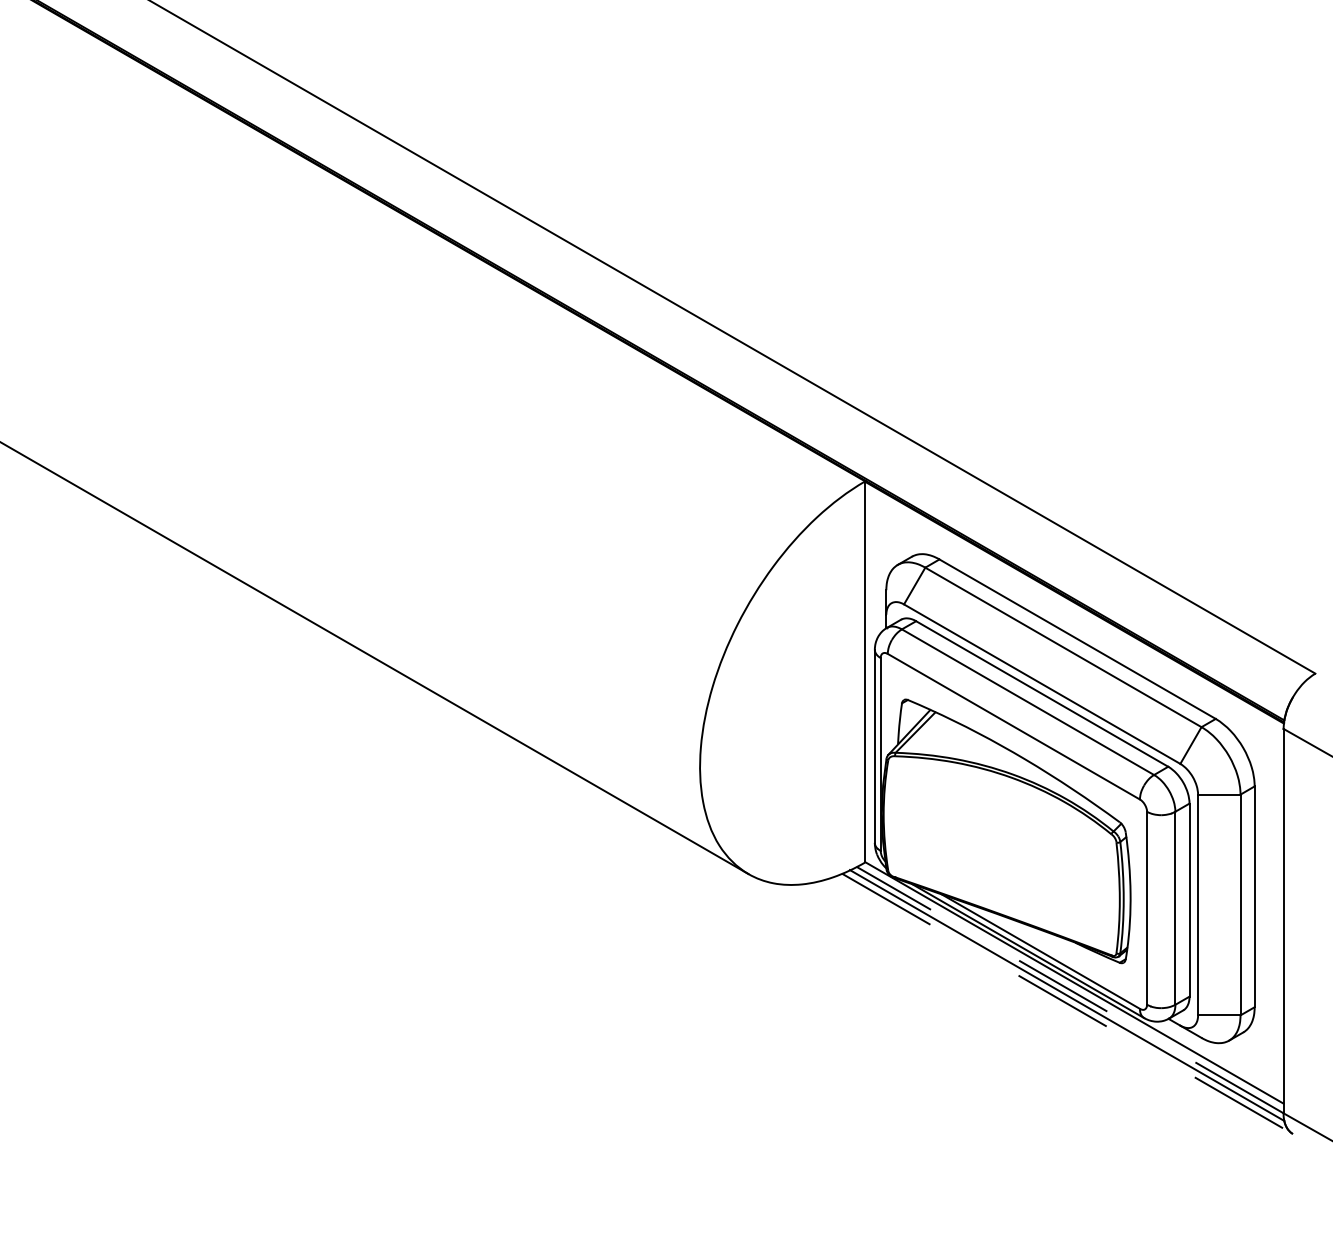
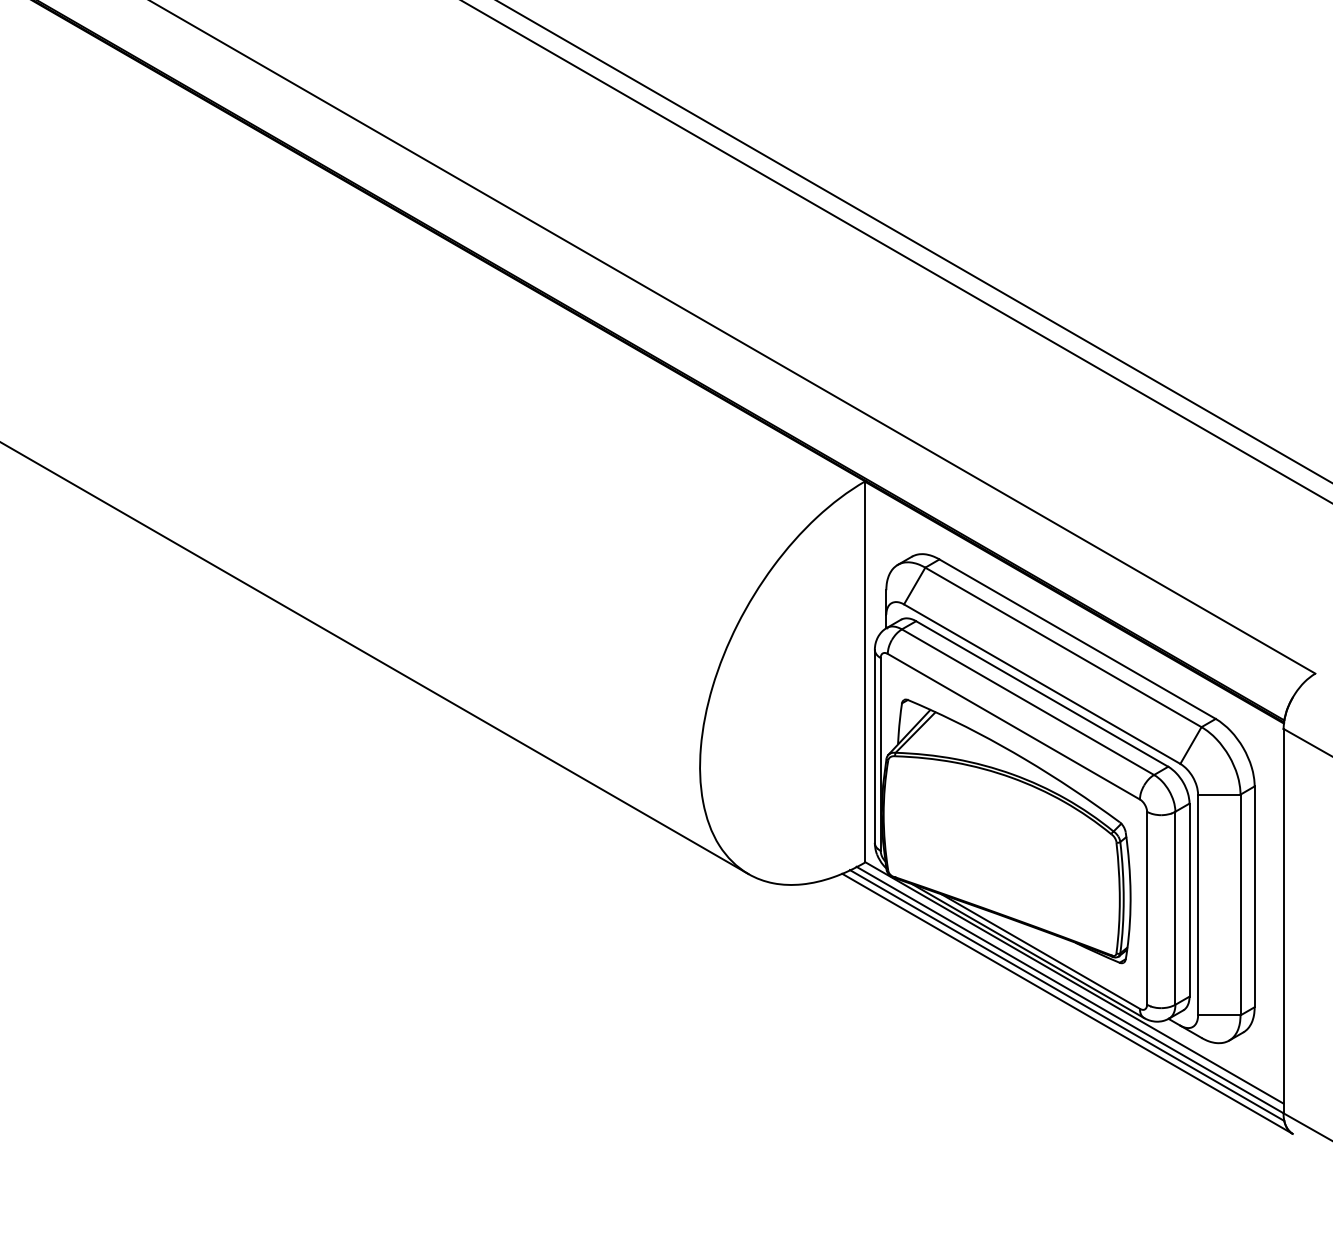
line at (914, 241): none -> present
line at (896, 251): none -> present
line at (1070, 990): dashed -> solid
line at (1067, 1004): dashed -> solid
